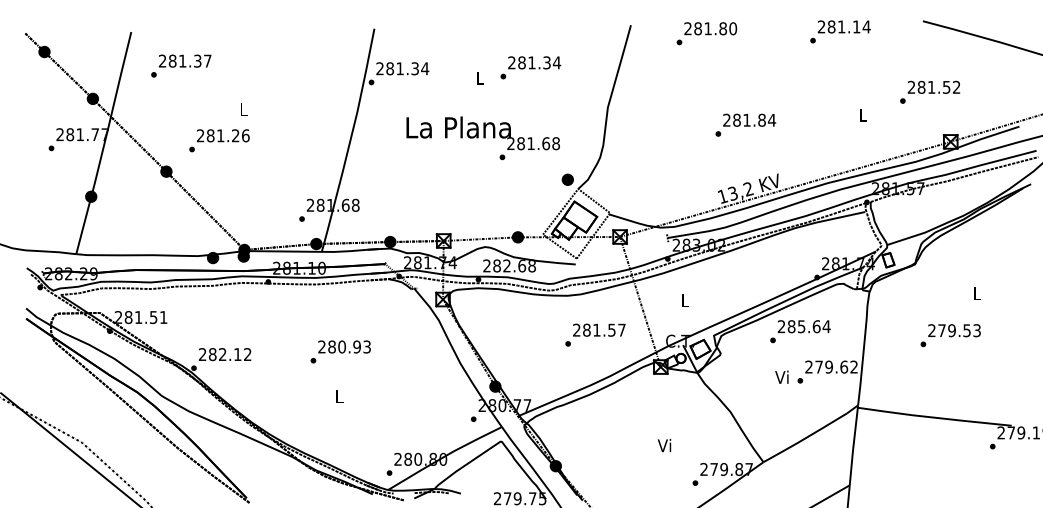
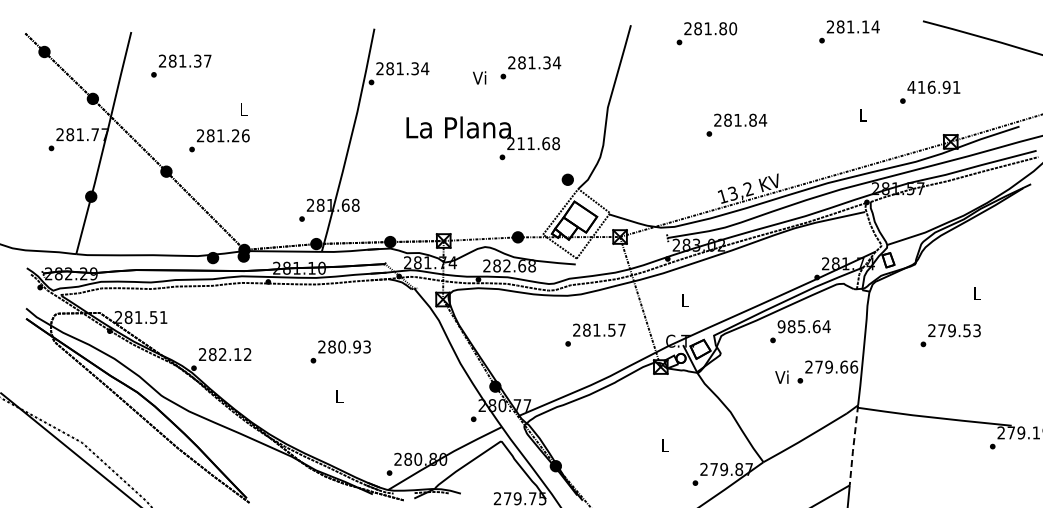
text at (840, 31) position: (840, 31) -> (849, 31)
text at (479, 77): L -> Vi
text at (933, 86): 281.52 -> 416.91
text at (745, 124) position: (745, 124) -> (736, 124)
text at (520, 143): 281.68 -> 211.68
text at (781, 326): 285.64 -> 985.64
text at (854, 366): 279.62 -> 279.66
text at (664, 445): Vi -> L
line at (853, 446): solid -> dashed
